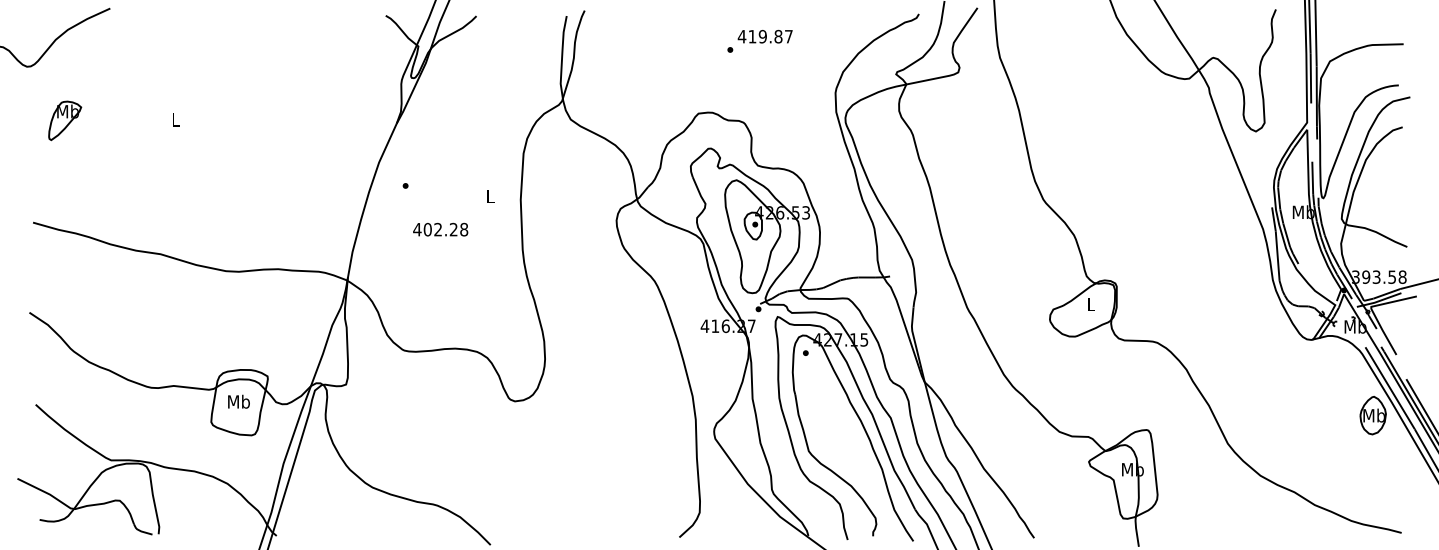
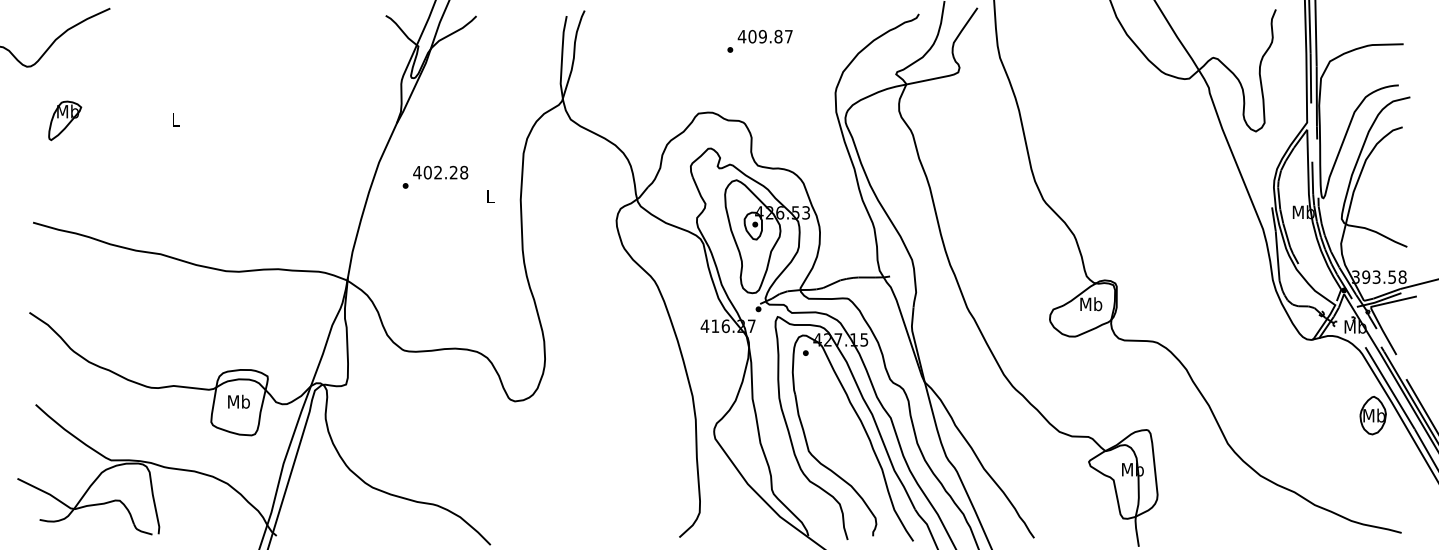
text at (752, 36): 419.87 -> 409.87
text at (440, 229) position: (440, 229) -> (440, 172)
text at (1091, 304): L -> Mb
